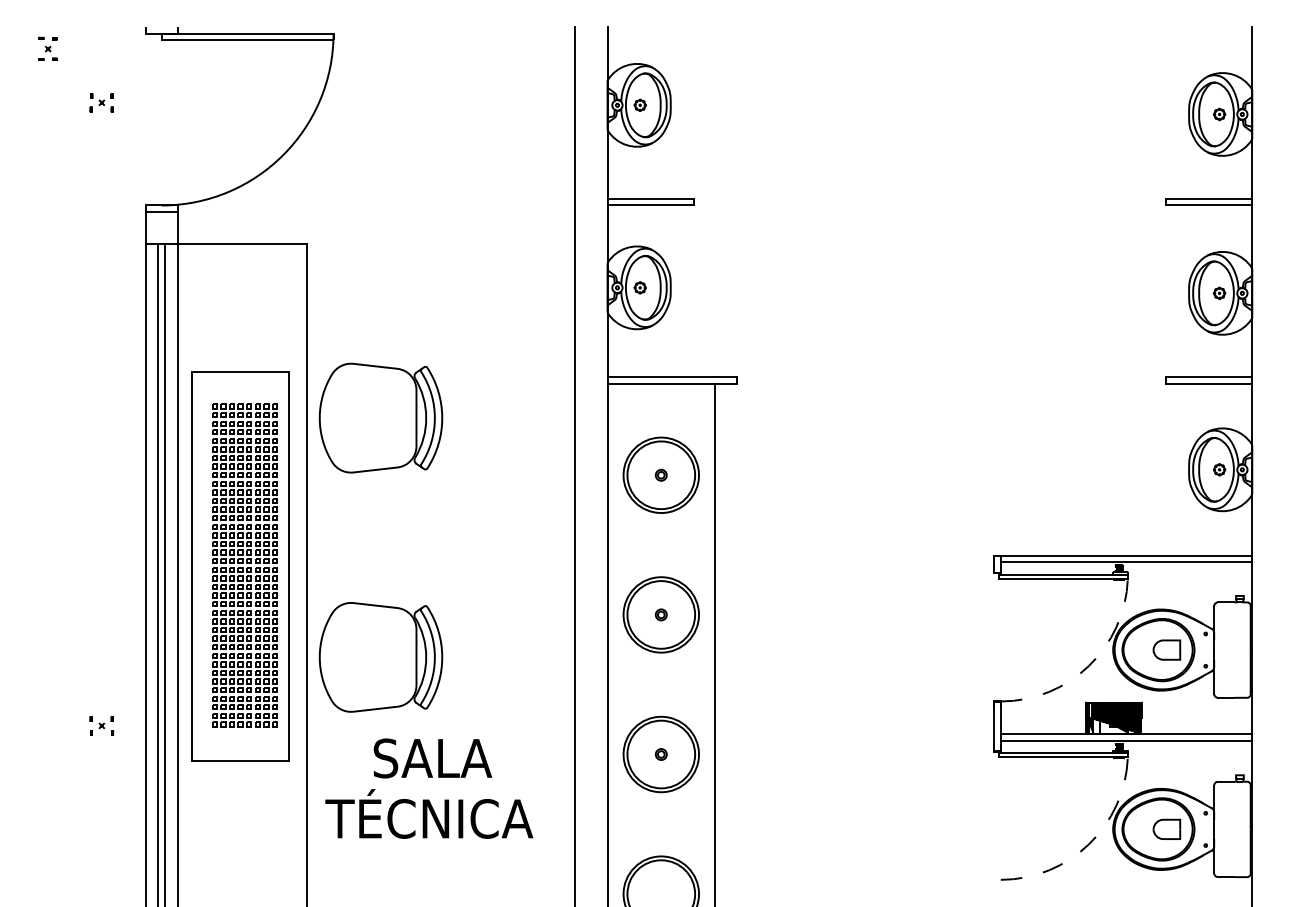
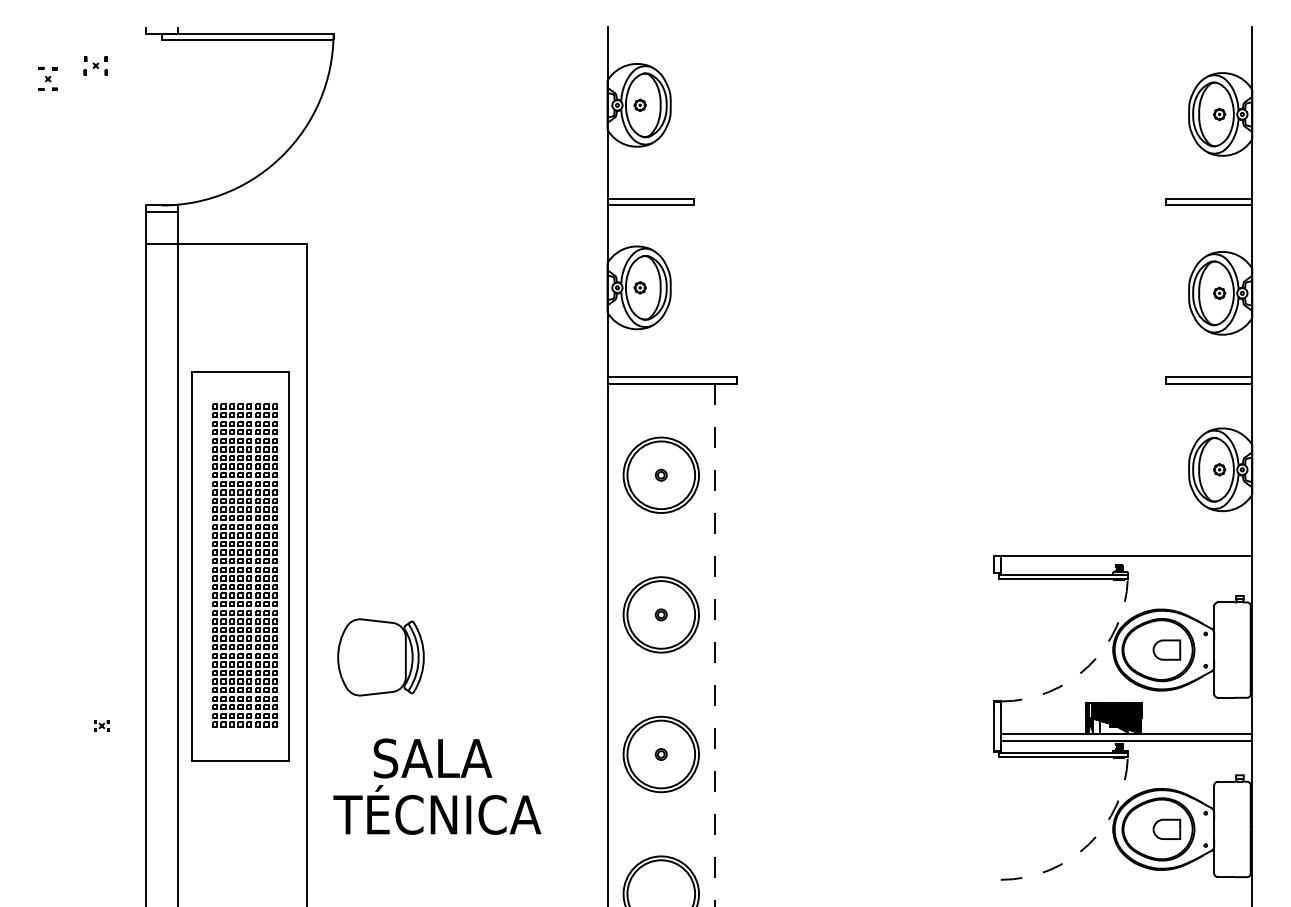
part at (47, 48) position: (47, 48) -> (47, 78)
part at (101, 102) position: (101, 102) -> (95, 65)
part at (380, 417): present -> none
line at (575, 465): present -> none
line at (1126, 562): present -> none
line at (158, 573): present -> none
line at (164, 573): present -> none
line at (715, 645): solid -> dashed
part at (380, 657) size: 126x111 px -> 88x79 px
part at (101, 725) size: 26x20 px -> 16x12 px
text at (429, 813) position: (429, 813) -> (437, 809)
